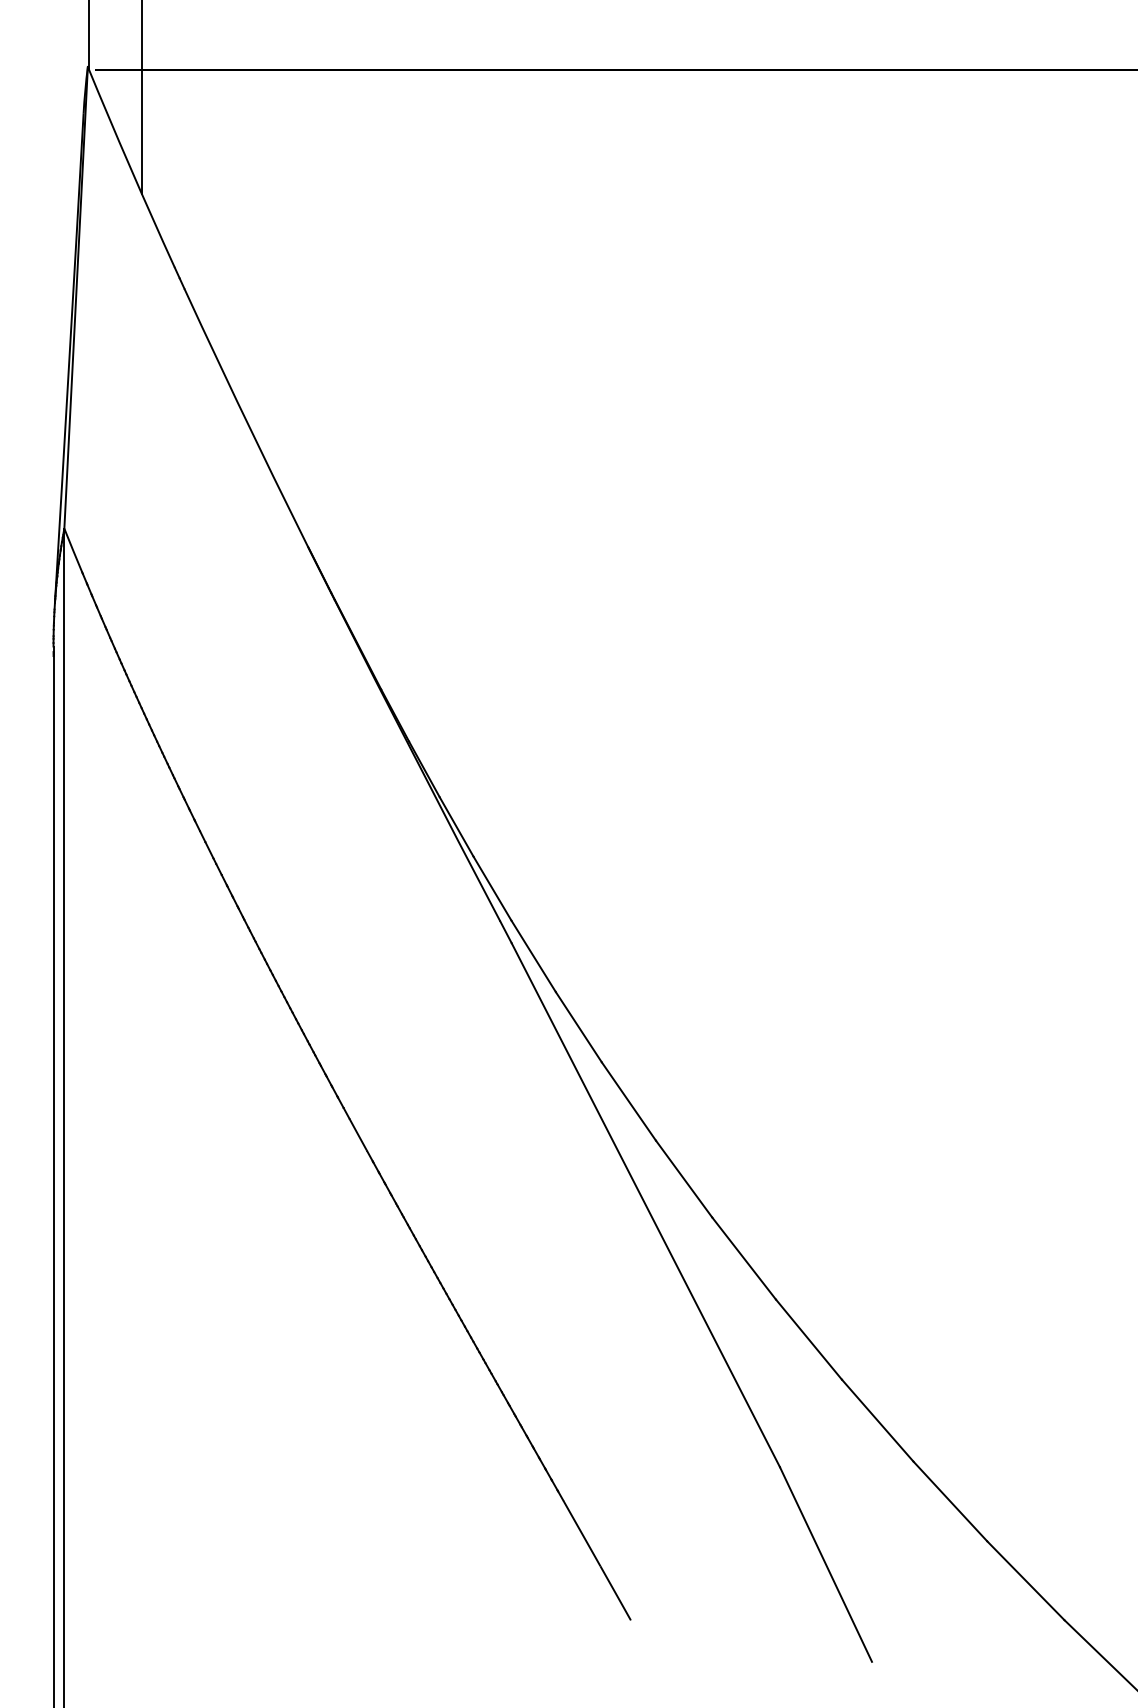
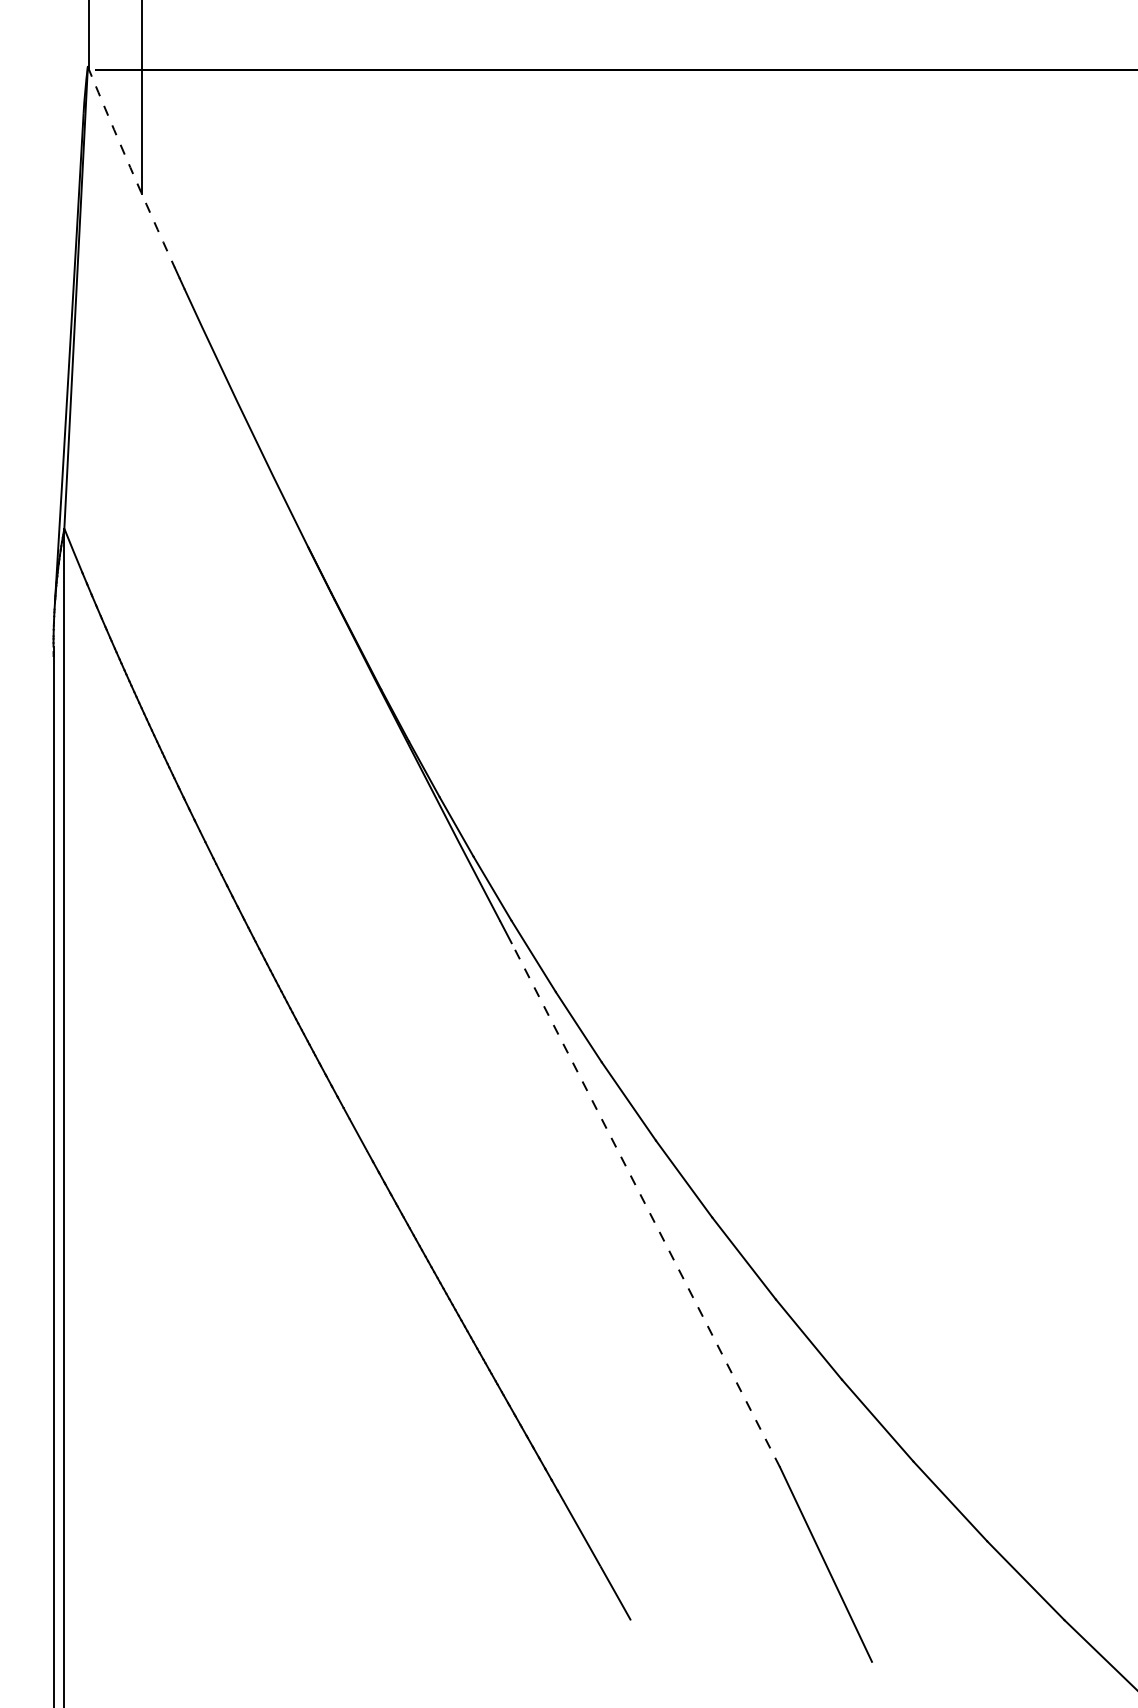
arc at (130, 167): solid -> dashed
line at (645, 1204): solid -> dashed
